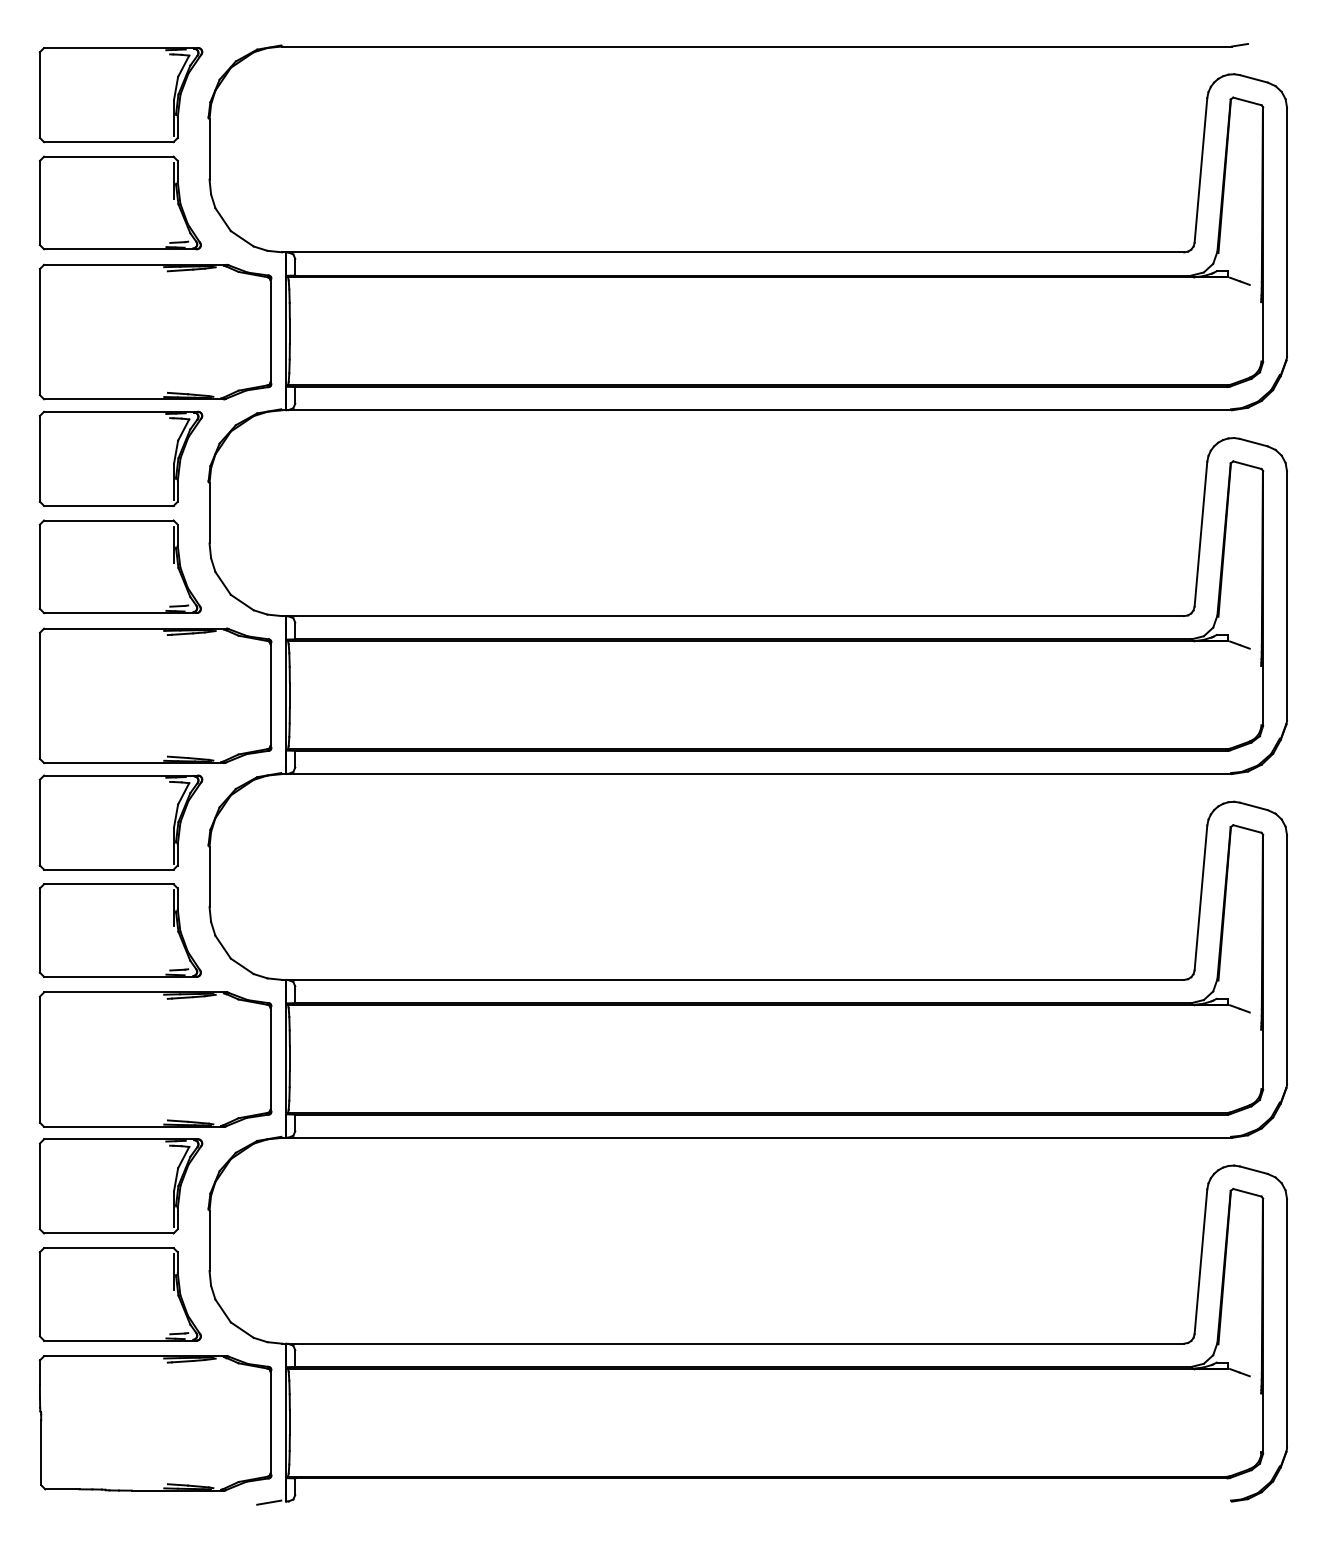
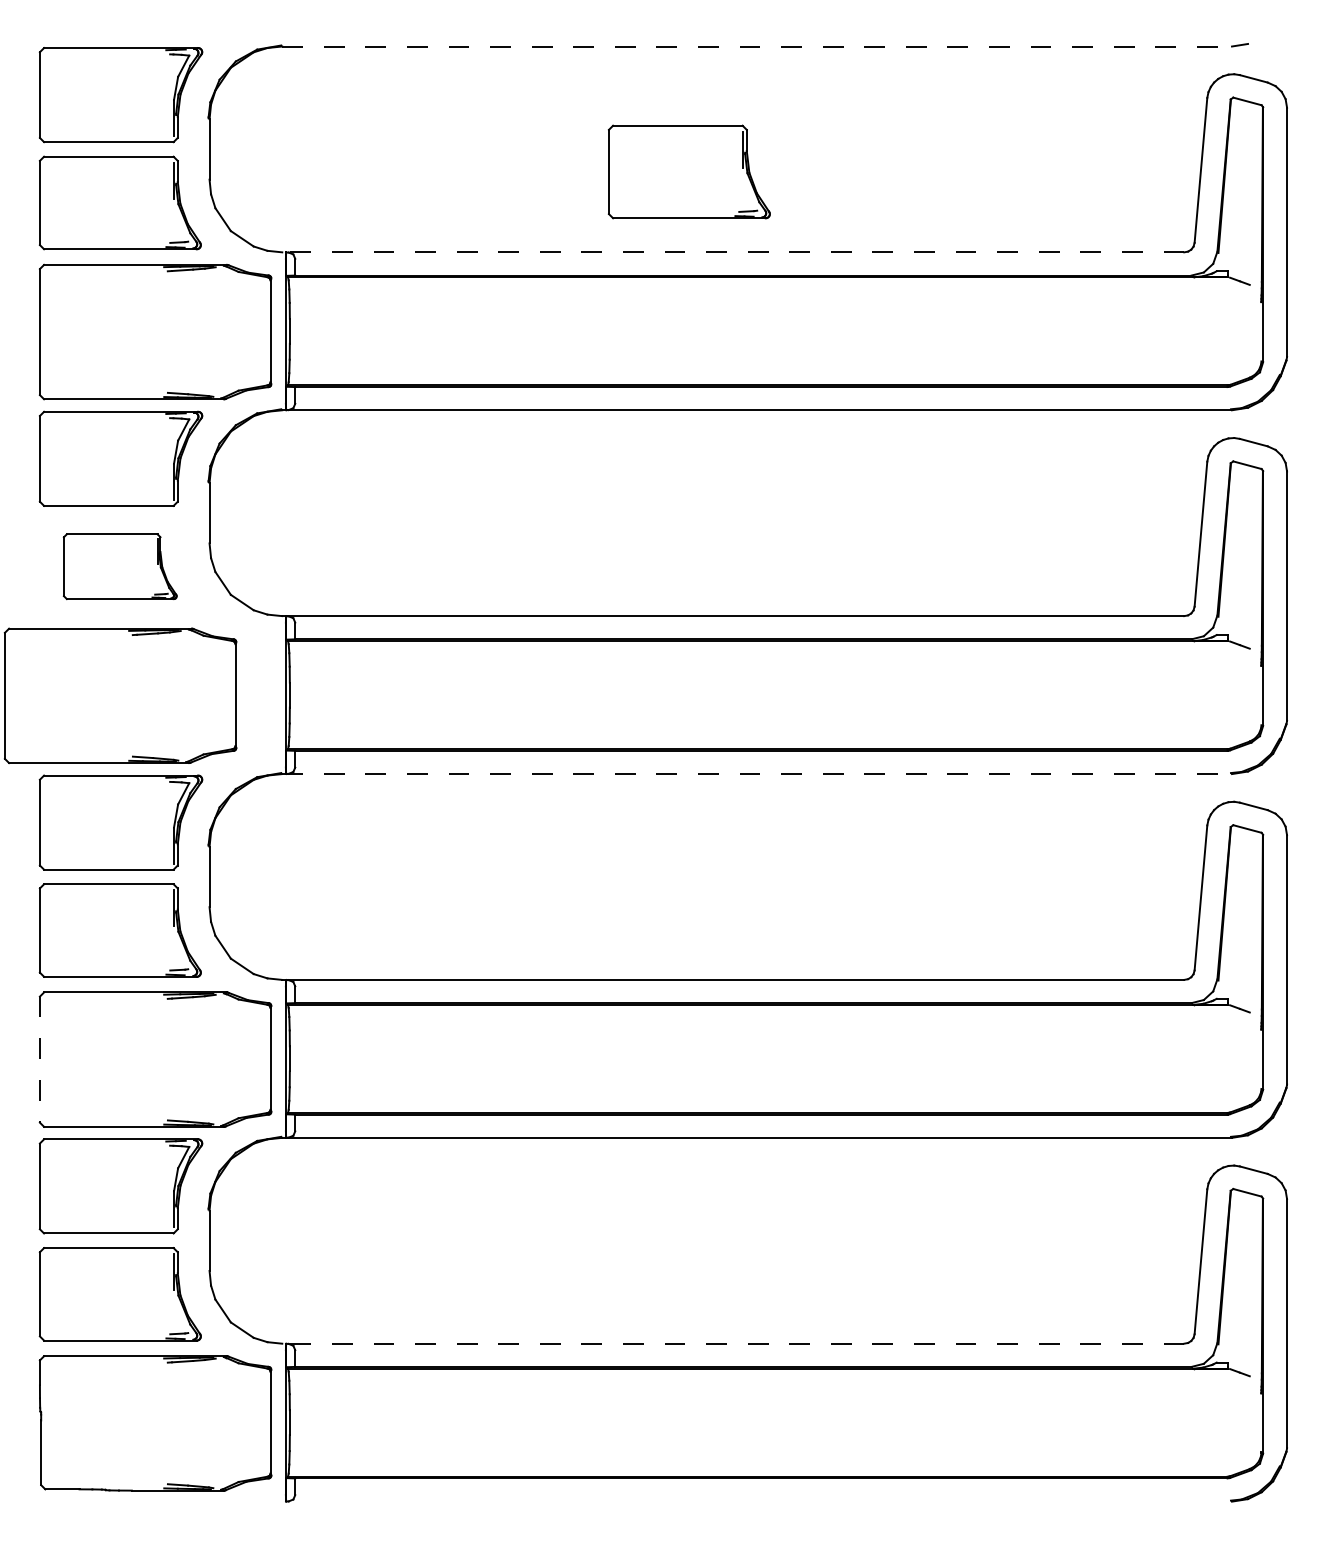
line at (757, 46): solid -> dashed
part at (688, 171): none -> present
line at (732, 252): solid -> dashed
part at (119, 566) size: 164x95 px -> 116x68 px
part at (155, 695) position: (155, 695) -> (120, 695)
line at (757, 774): solid -> dashed
line at (39, 1060): solid -> dashed
line at (732, 1343): solid -> dashed
line at (269, 1502): present -> none
